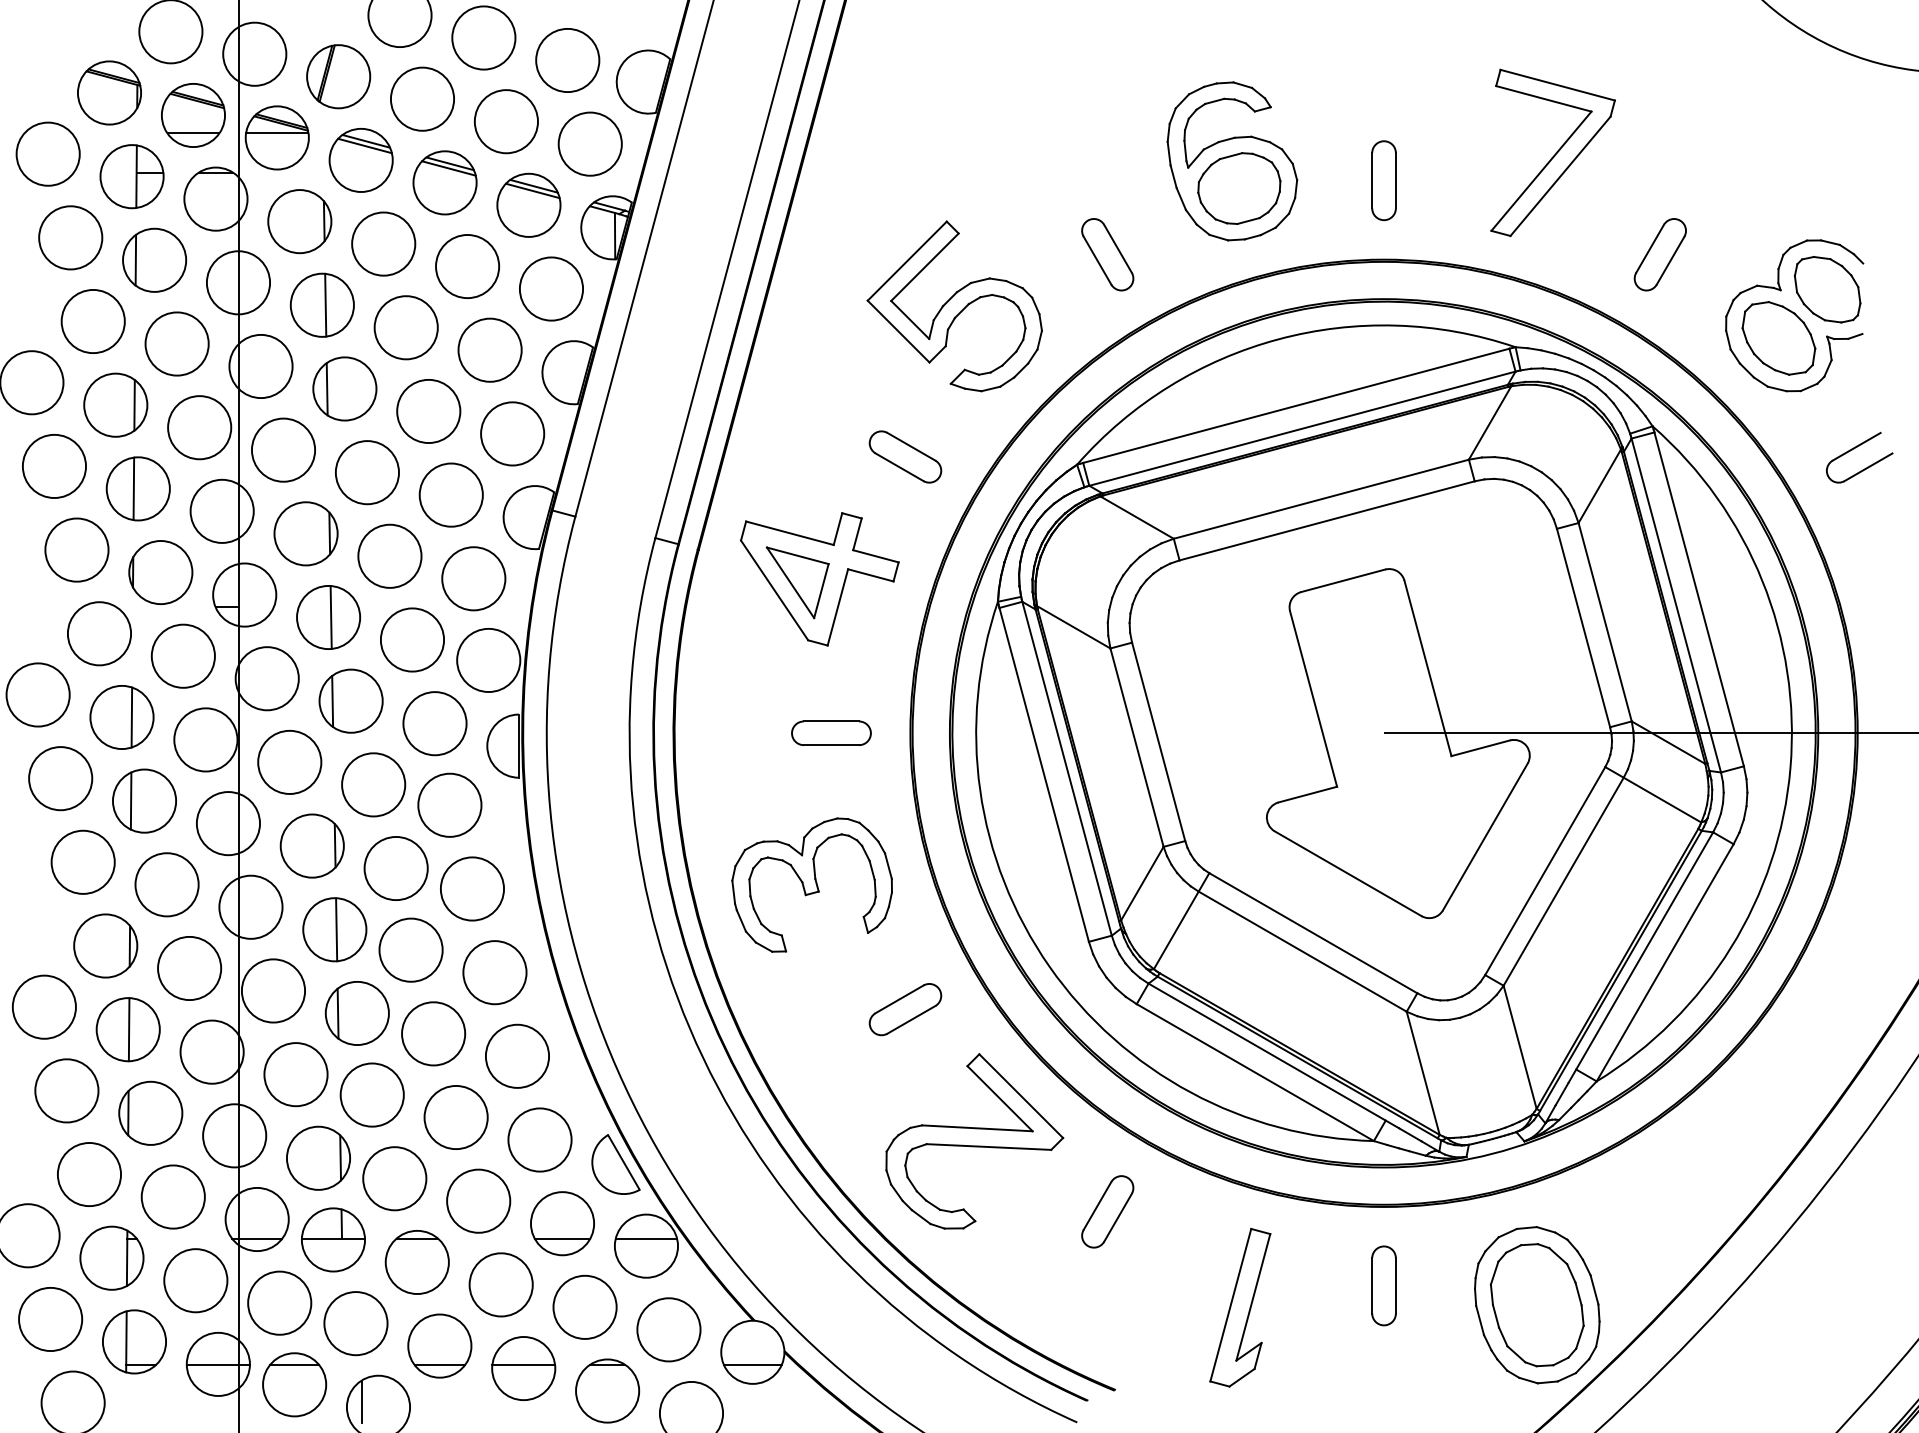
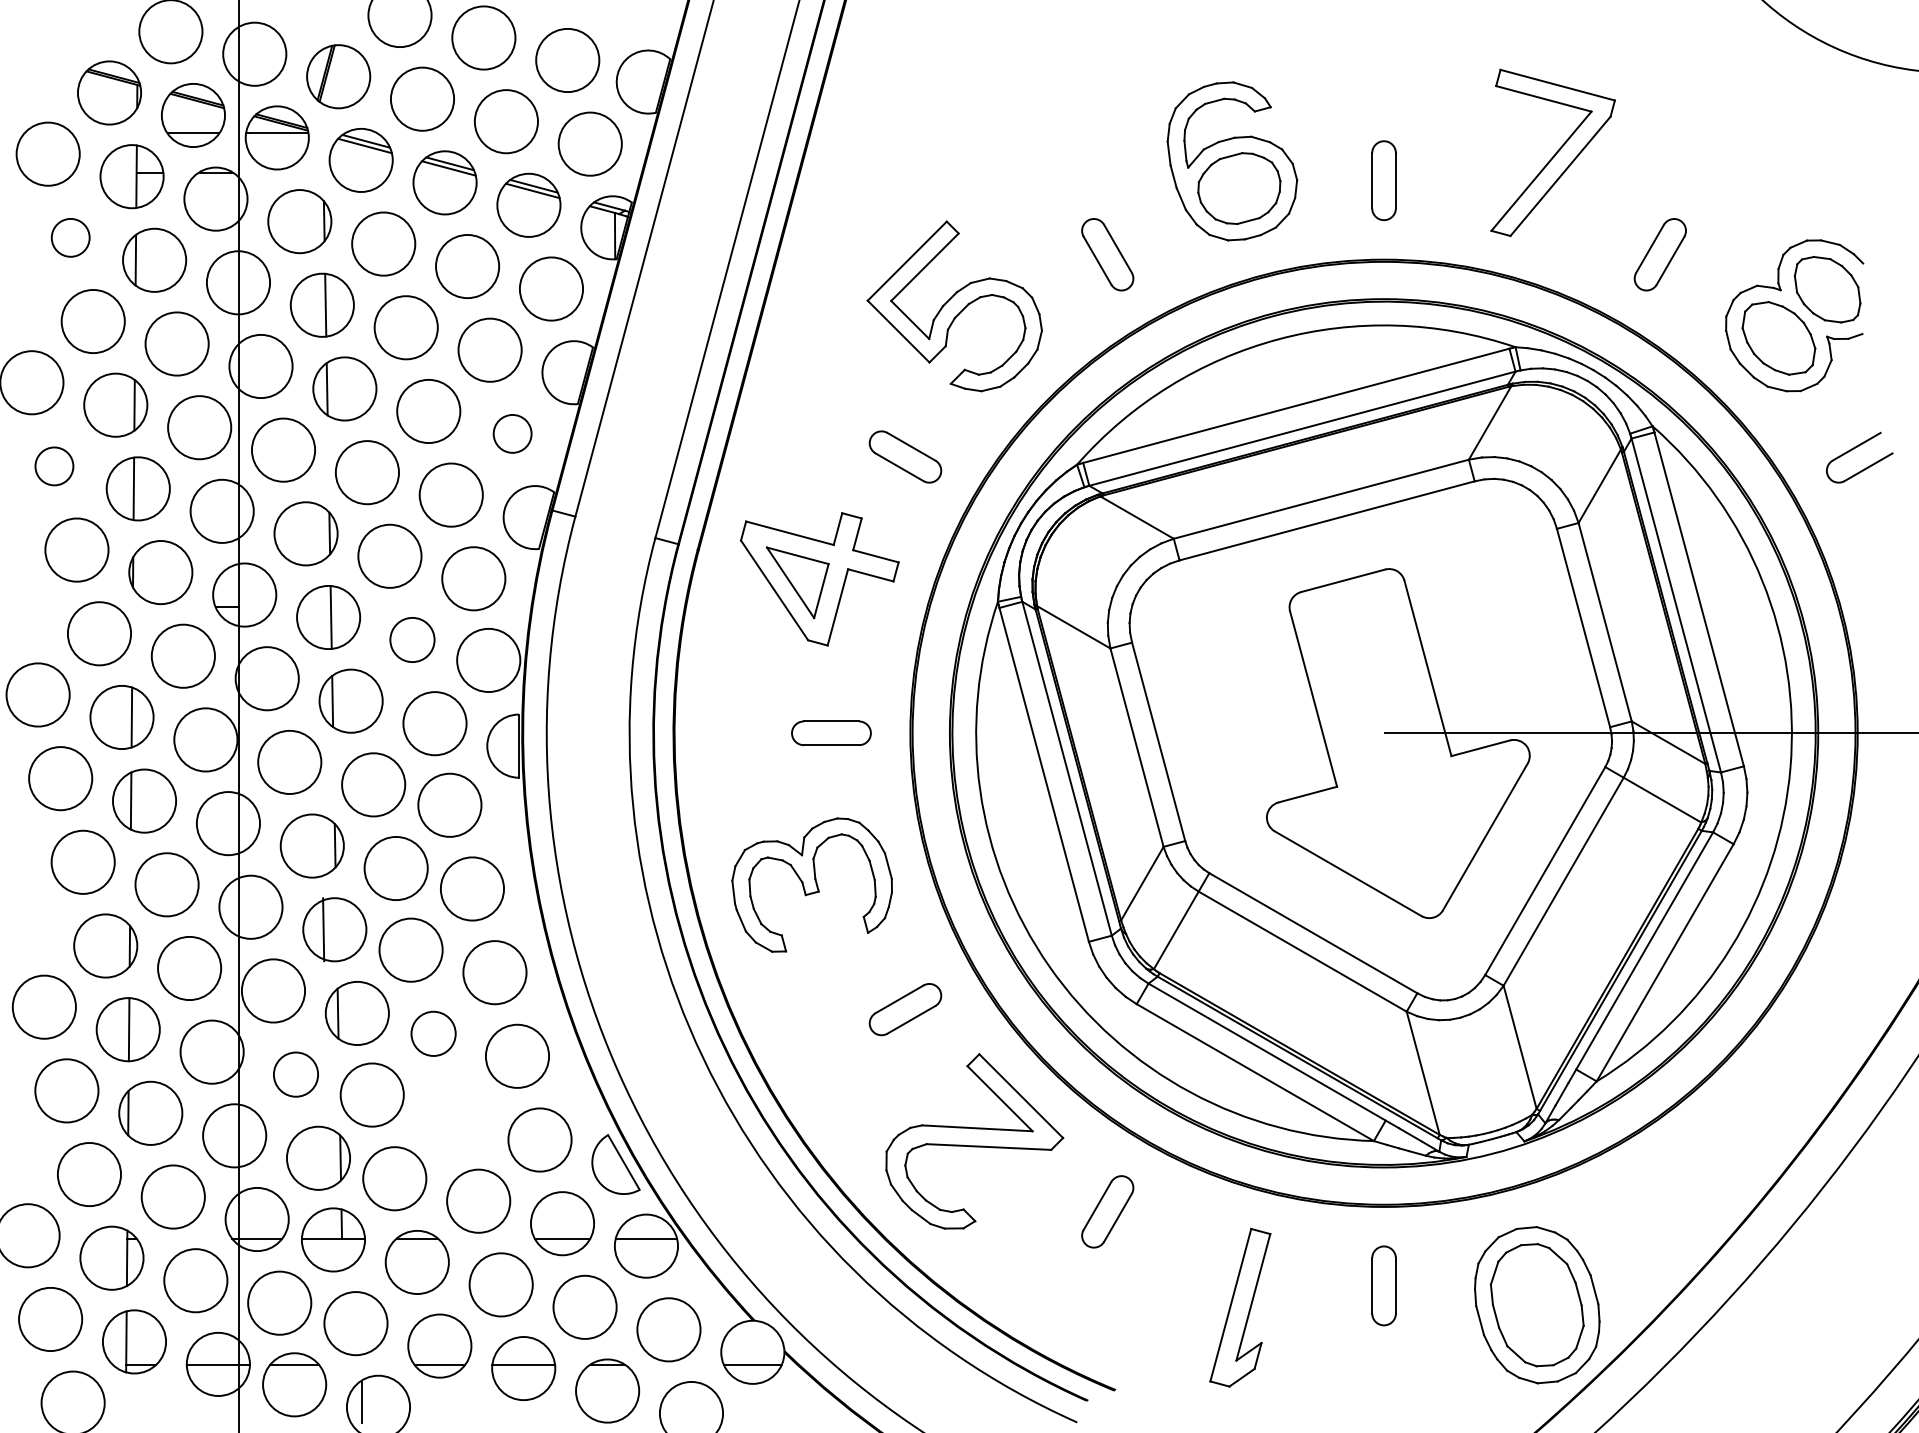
circle at (70, 237) diameter: 63 px -> 38 px
circle at (512, 433) diameter: 63 px -> 38 px
circle at (54, 466) diameter: 63 px -> 38 px
circle at (412, 639) size: 65x66 px -> 47x46 px
line at (336, 929) position: (336, 929) -> (323, 929)
circle at (433, 1033) diameter: 63 px -> 44 px
circle at (295, 1074) diameter: 63 px -> 44 px
circle at (455, 1117): present -> none
